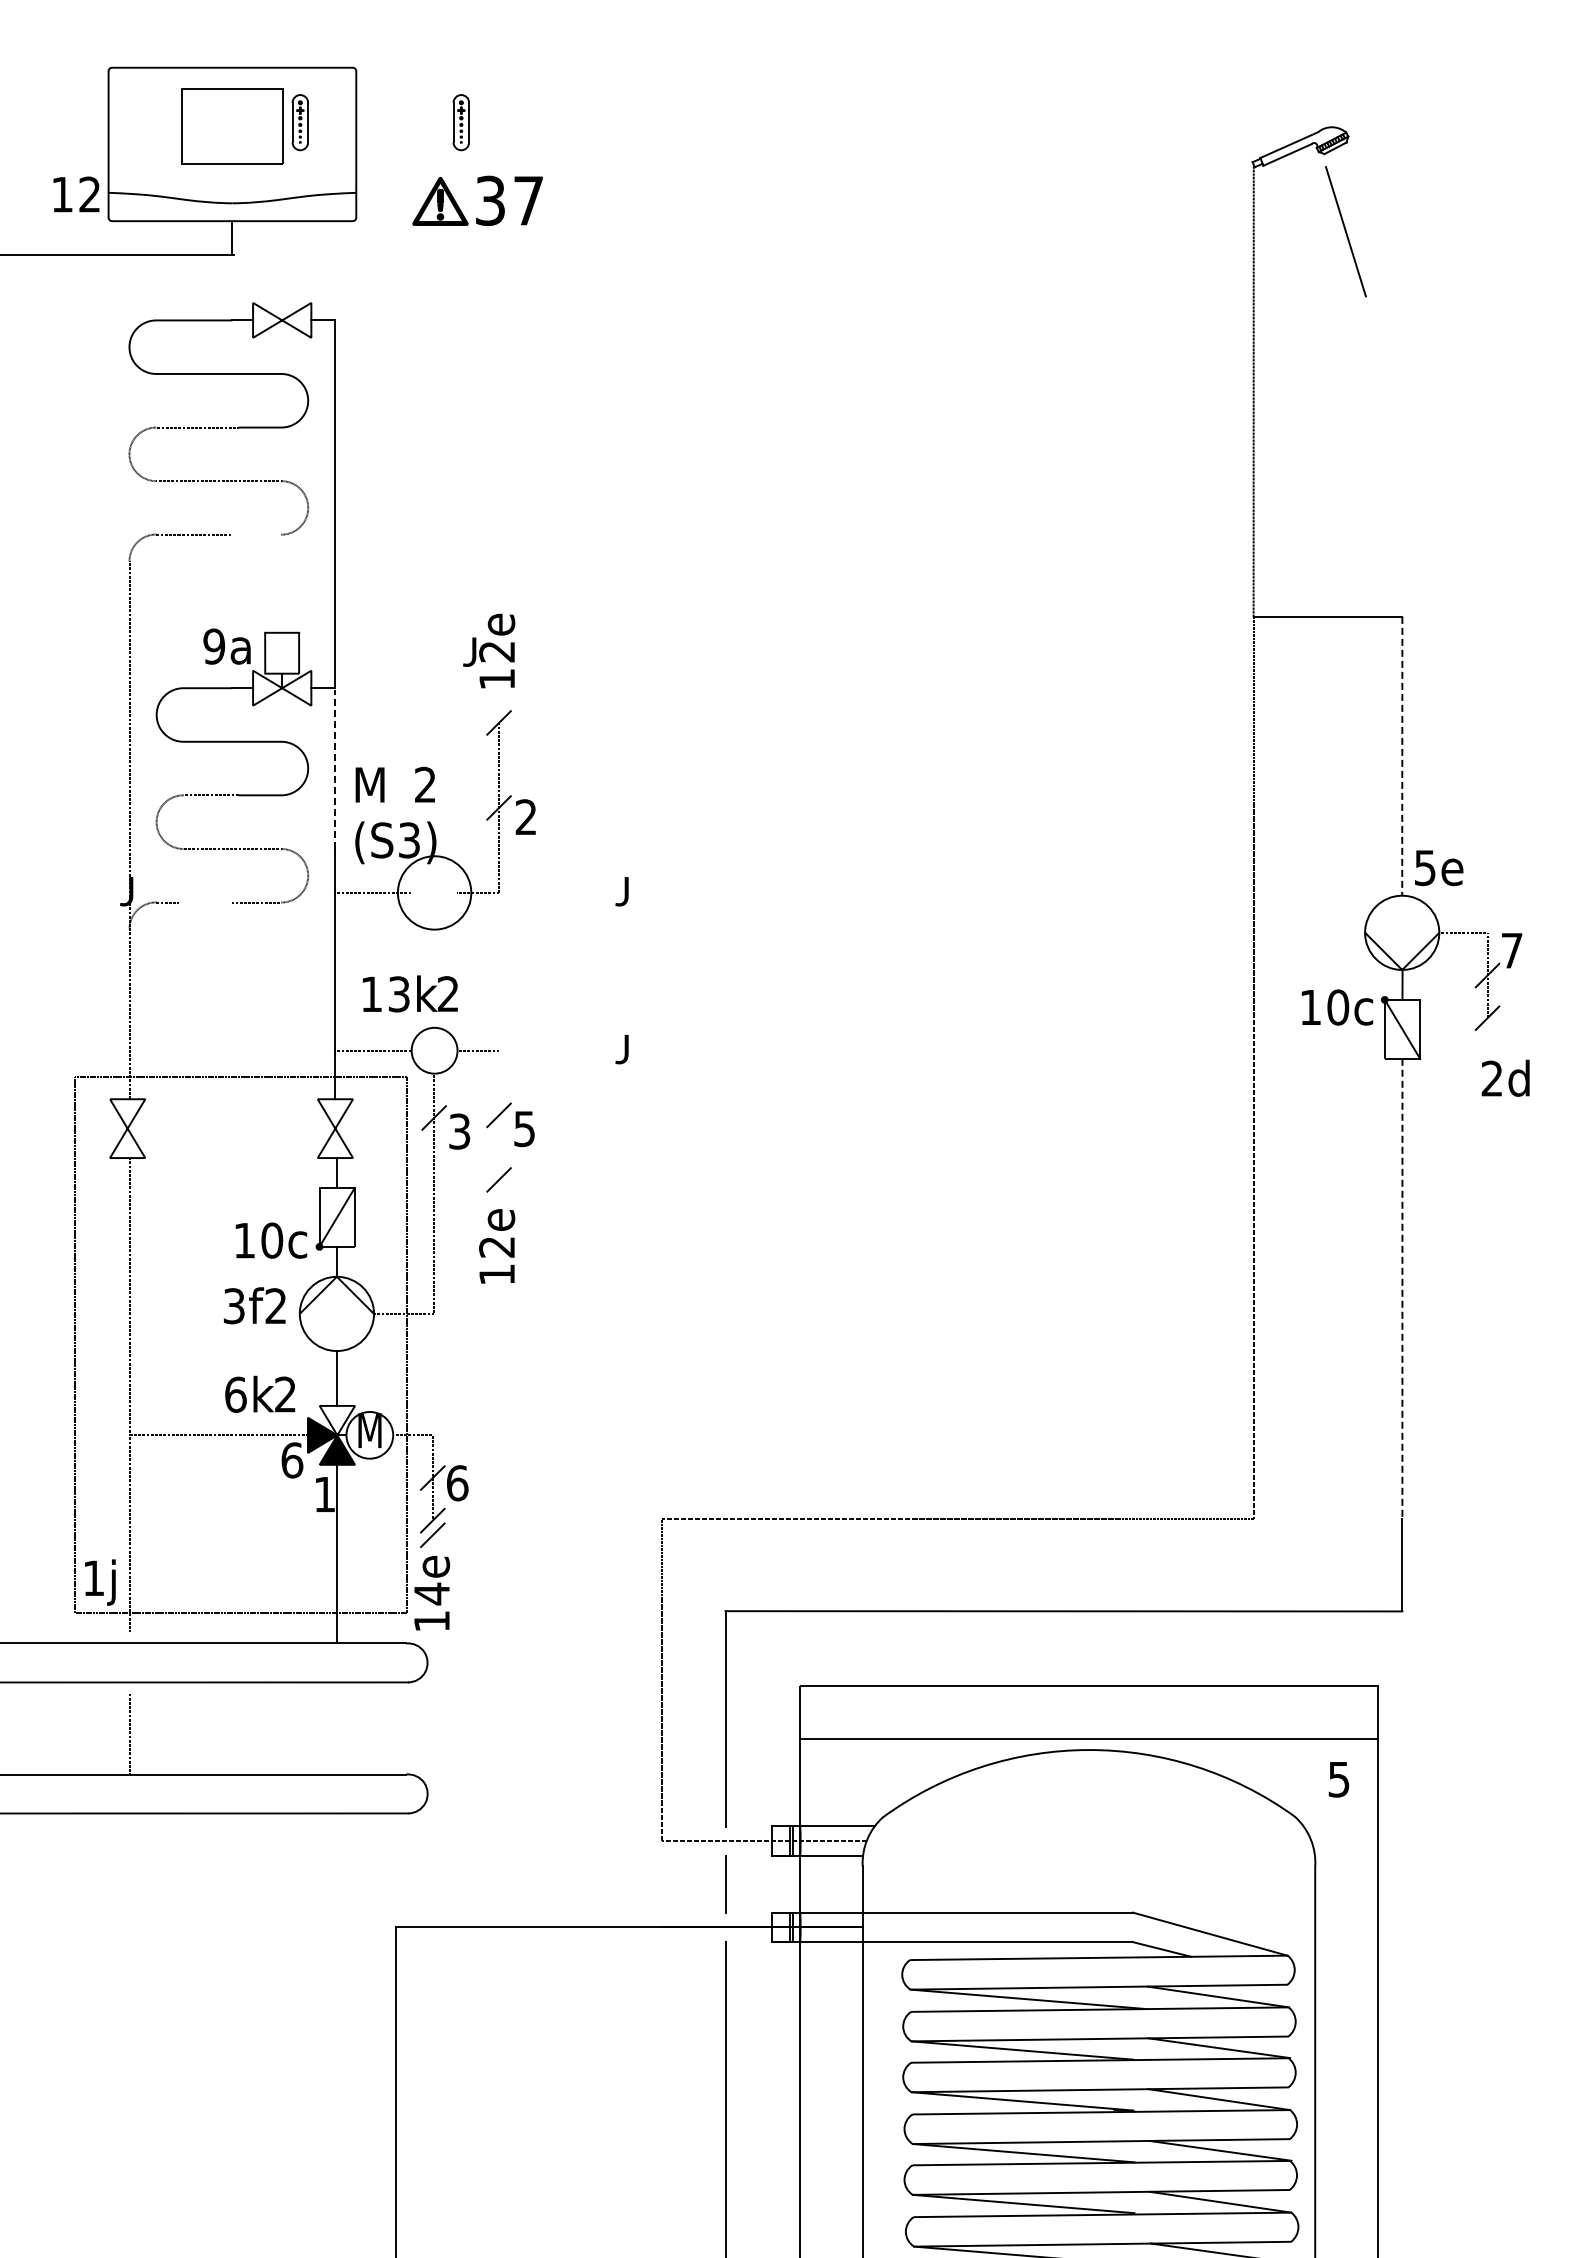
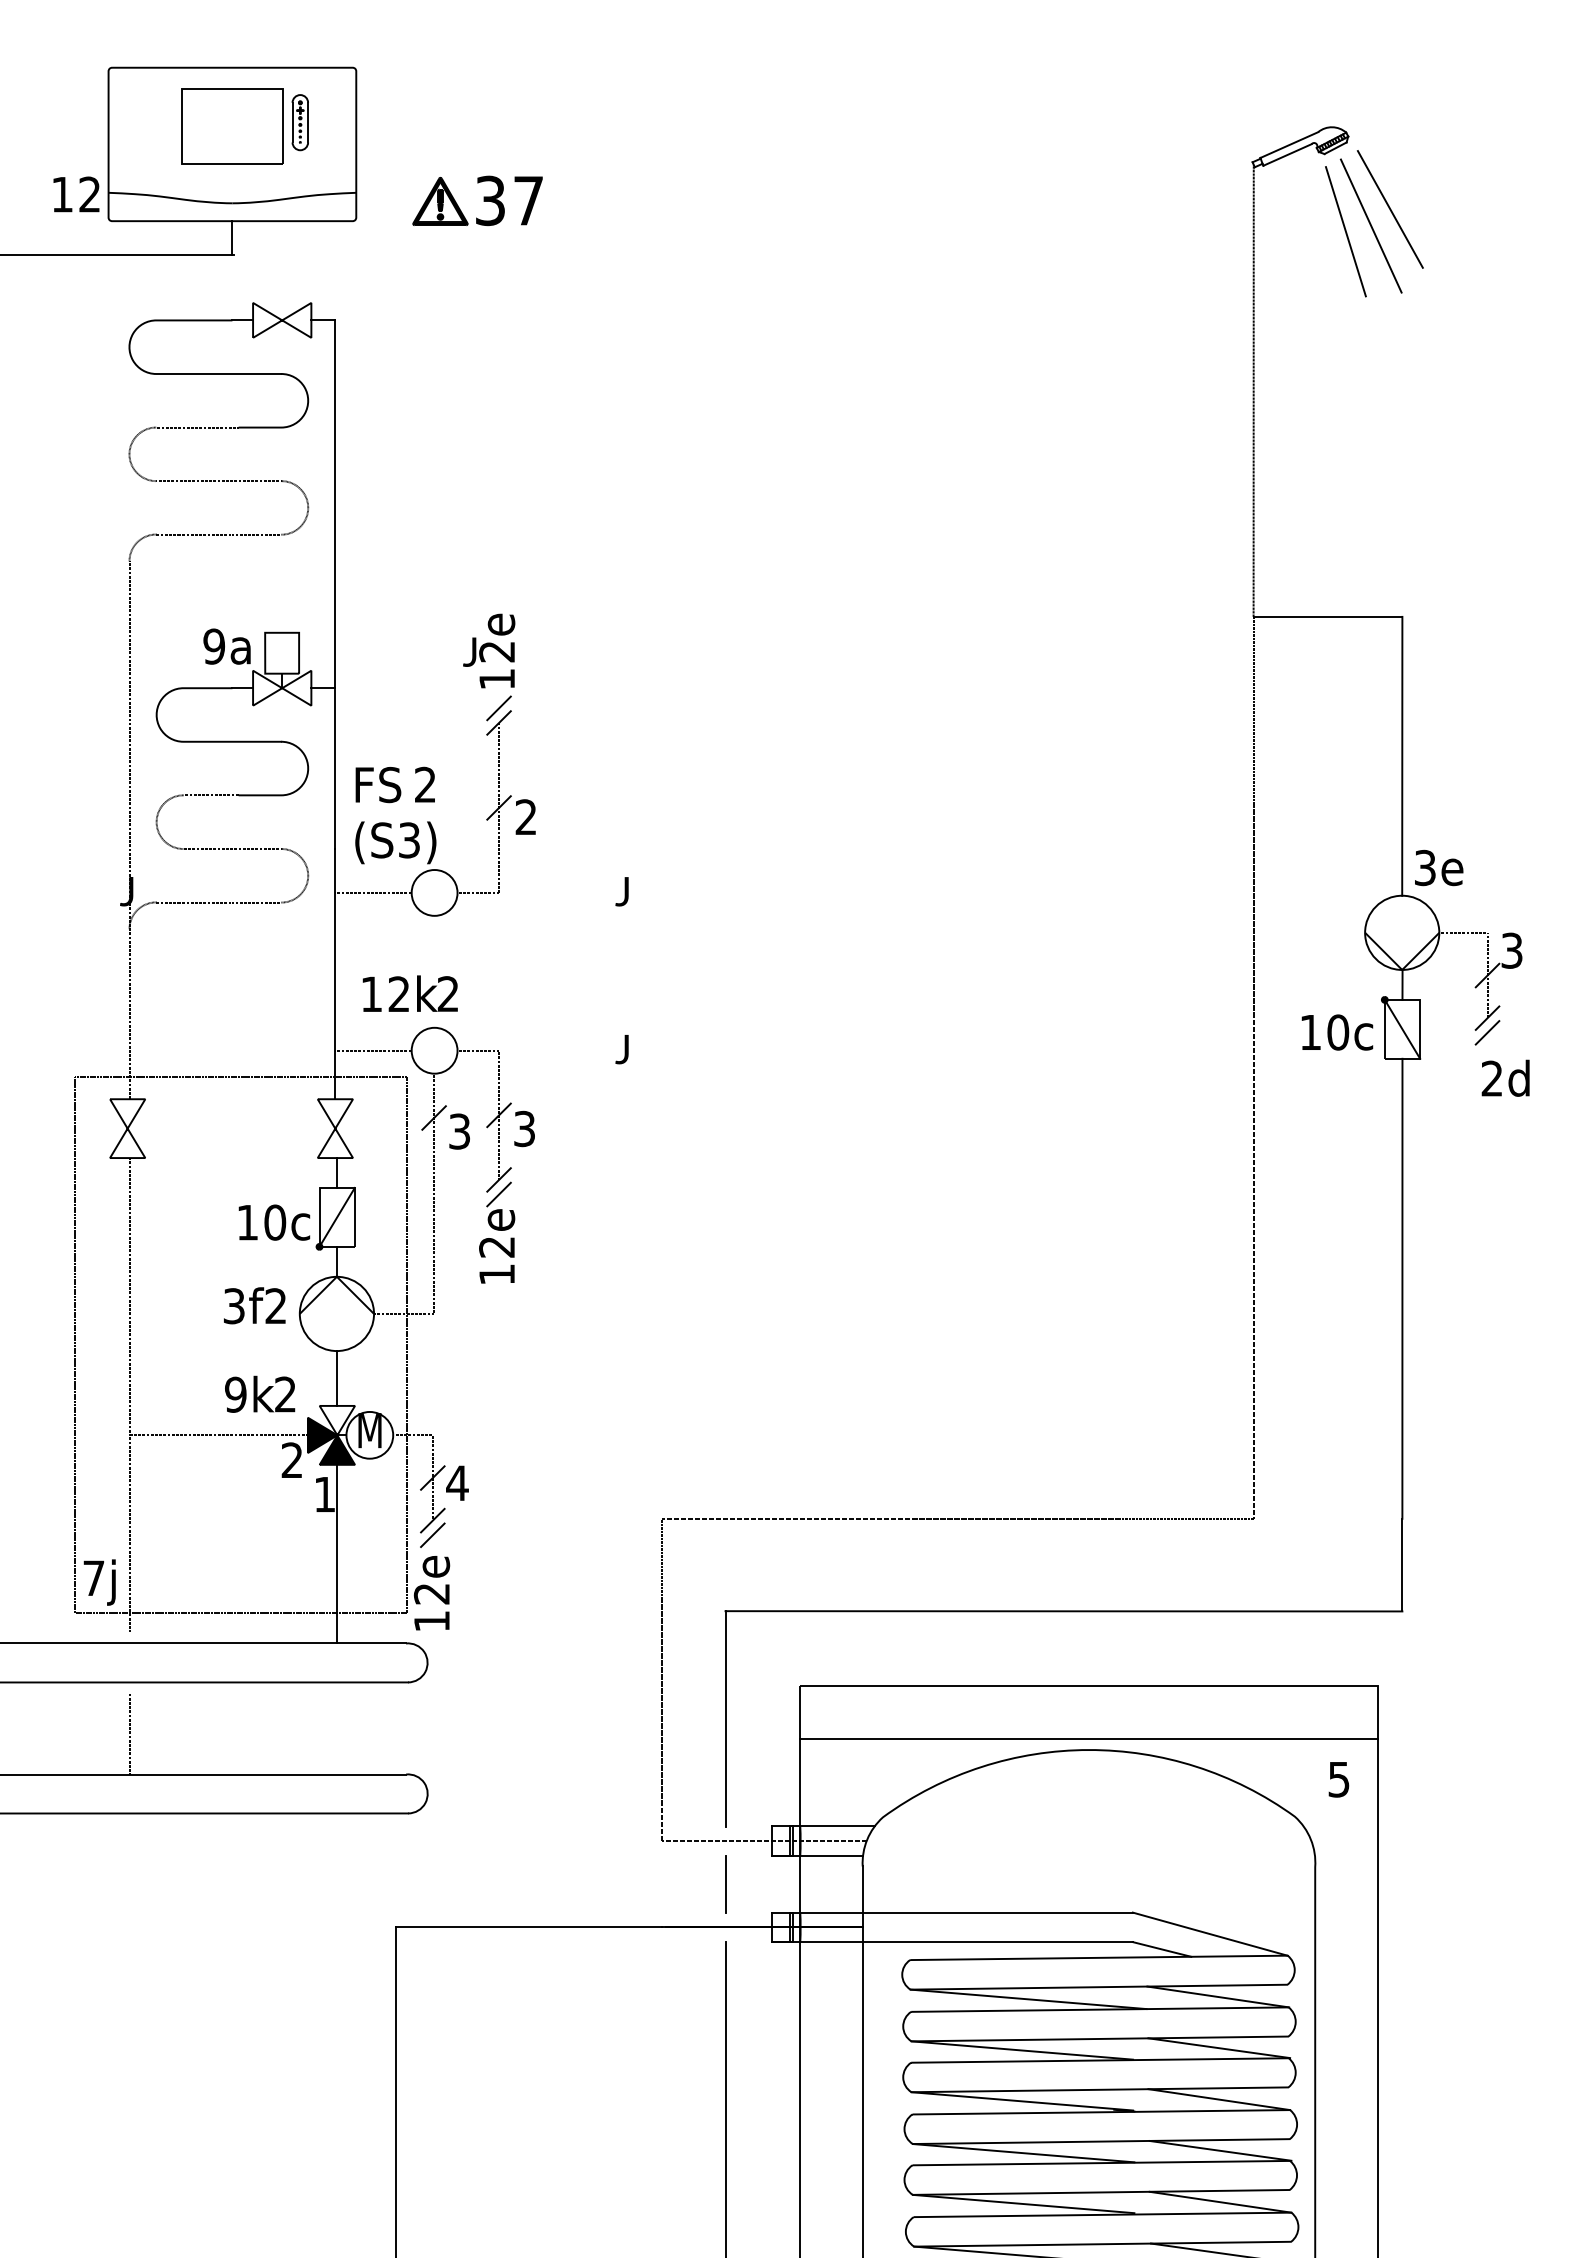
part at (460, 122): present -> none
line at (1389, 209): none -> present
line at (1370, 225): none -> present
line at (256, 534): none -> present
line at (498, 708): none -> present
line at (1402, 756): dashed -> solid
line at (335, 769): dashed -> solid
text at (380, 784): M -> FS
text at (1425, 867): 5e -> 3e
circle at (434, 892) diameter: 73 px -> 46 px
line at (205, 902): none -> present
text at (1511, 950): 7 -> 3
text at (398, 994): 13k -> 12k
text at (1337, 1007) position: (1337, 1007) -> (1337, 1032)
line at (1487, 1032): none -> present
line at (499, 1114): none -> present
text at (524, 1128): 5 -> 3
line at (498, 1194): none -> present
text at (271, 1240) position: (271, 1240) -> (274, 1222)
line at (1402, 1289): dashed -> solid
text at (235, 1394): 6k -> 9k
text at (292, 1460): 6 -> 2
text at (457, 1483): 6 -> 4
text at (93, 1577): 1j -> 7j
text at (431, 1593): 14e -> 12e
